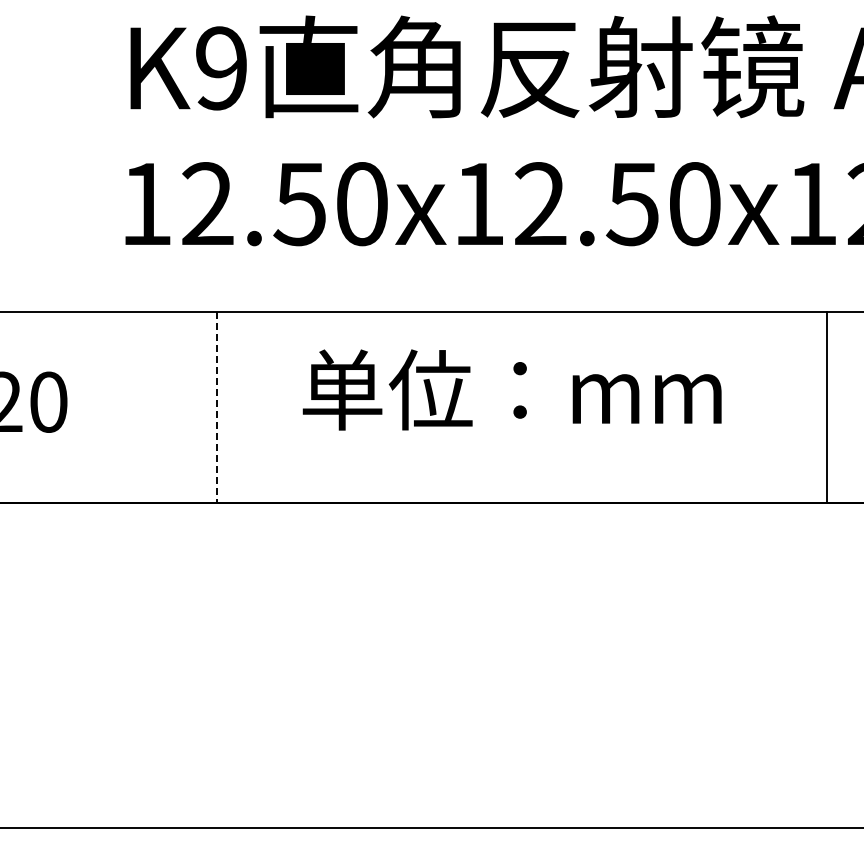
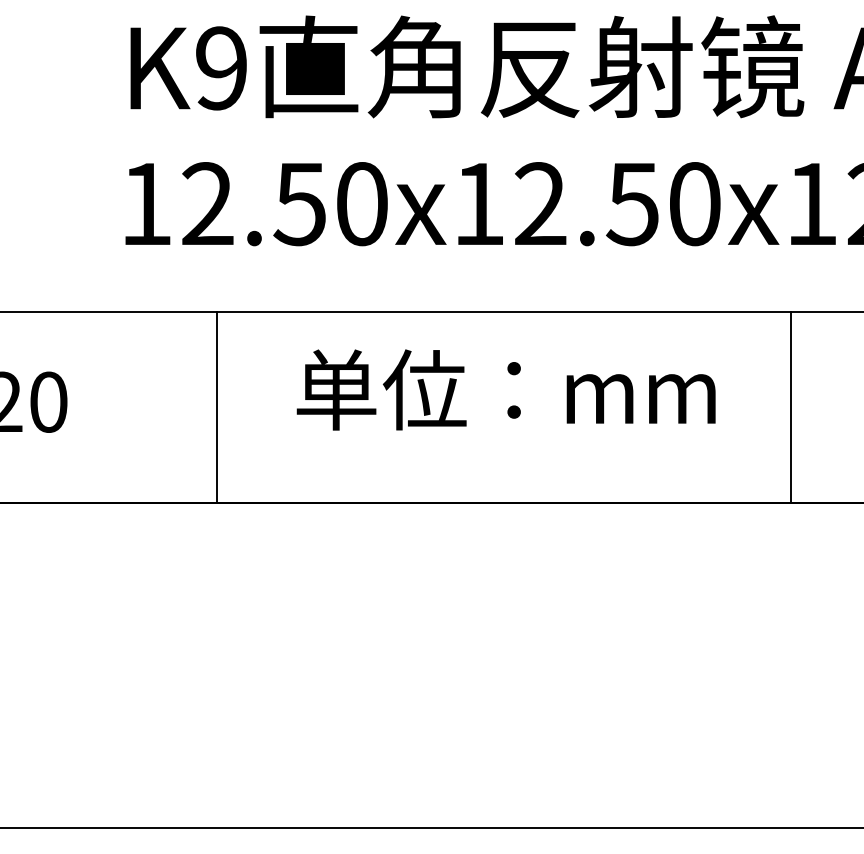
text at (511, 389) position: (511, 389) -> (505, 389)
line at (217, 407): dashed -> solid
line at (827, 407) position: (827, 407) -> (791, 407)
